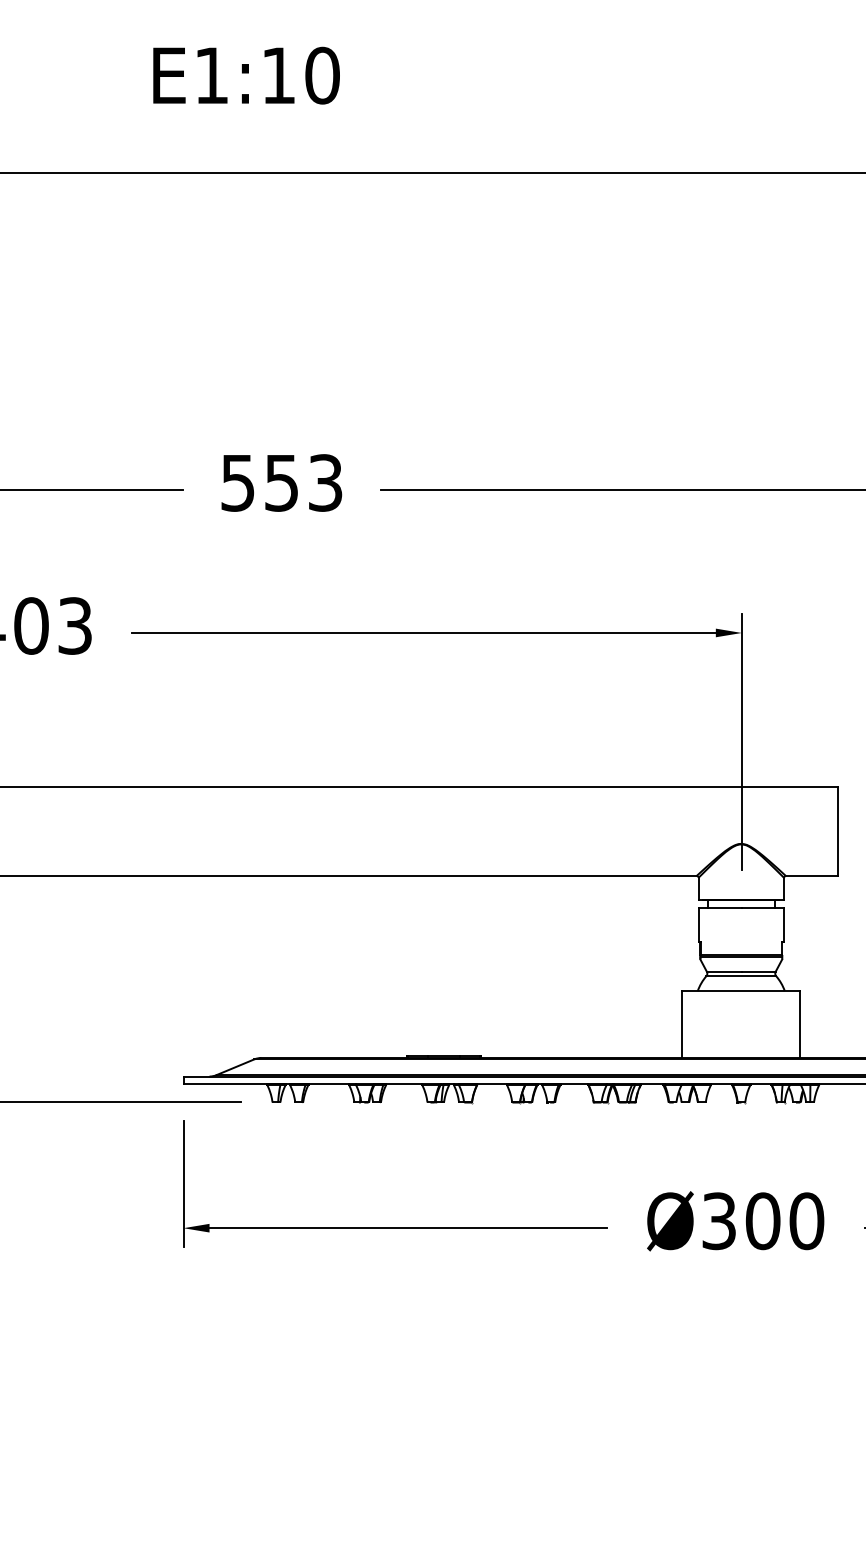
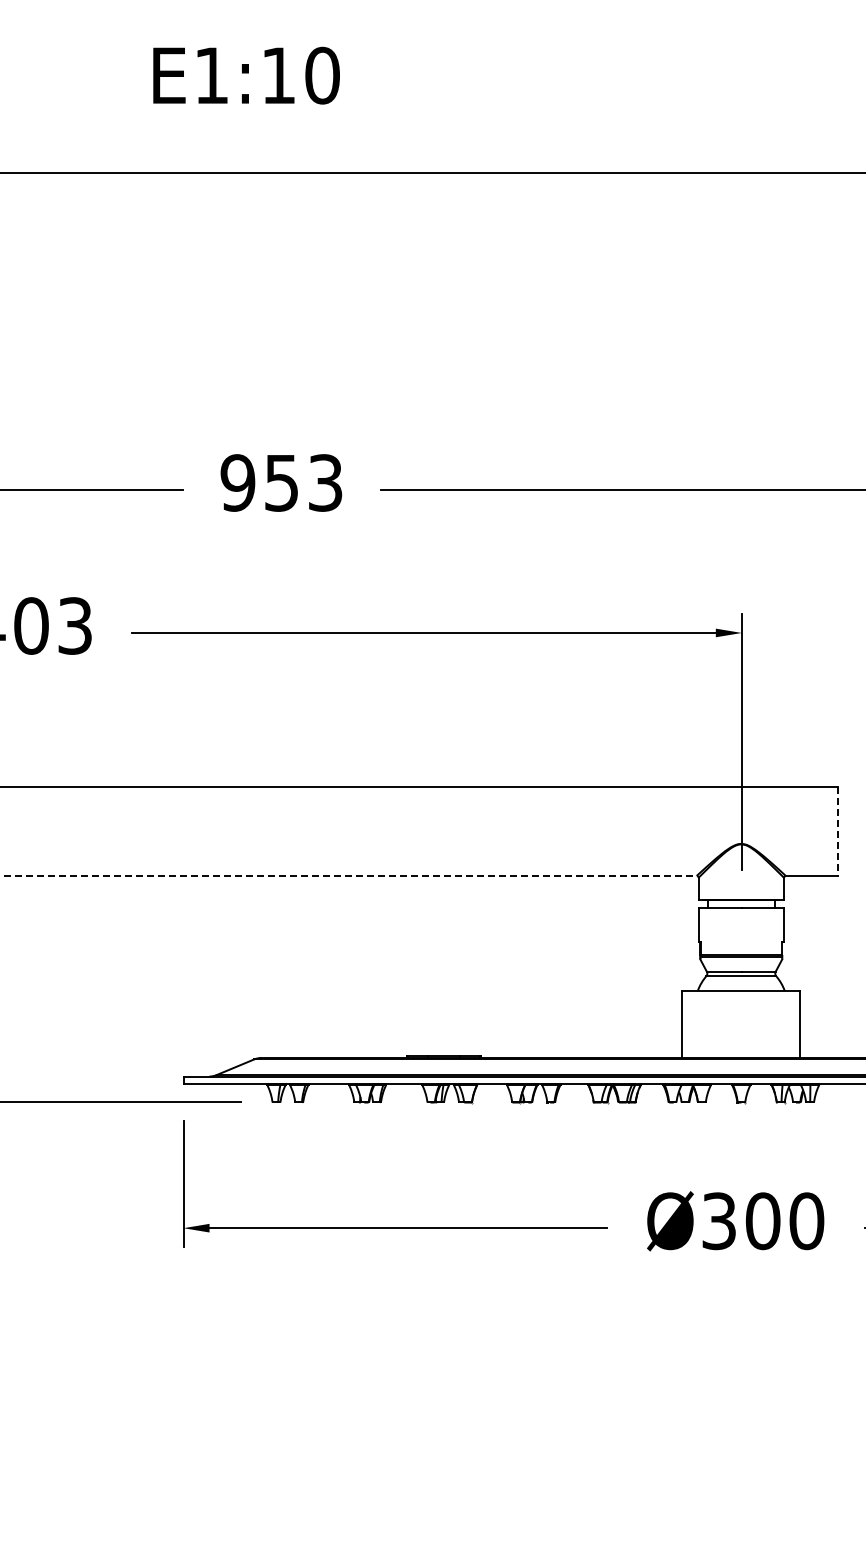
text at (237, 482): 553 -> 953
line at (837, 831): solid -> dashed
line at (349, 876): solid -> dashed
